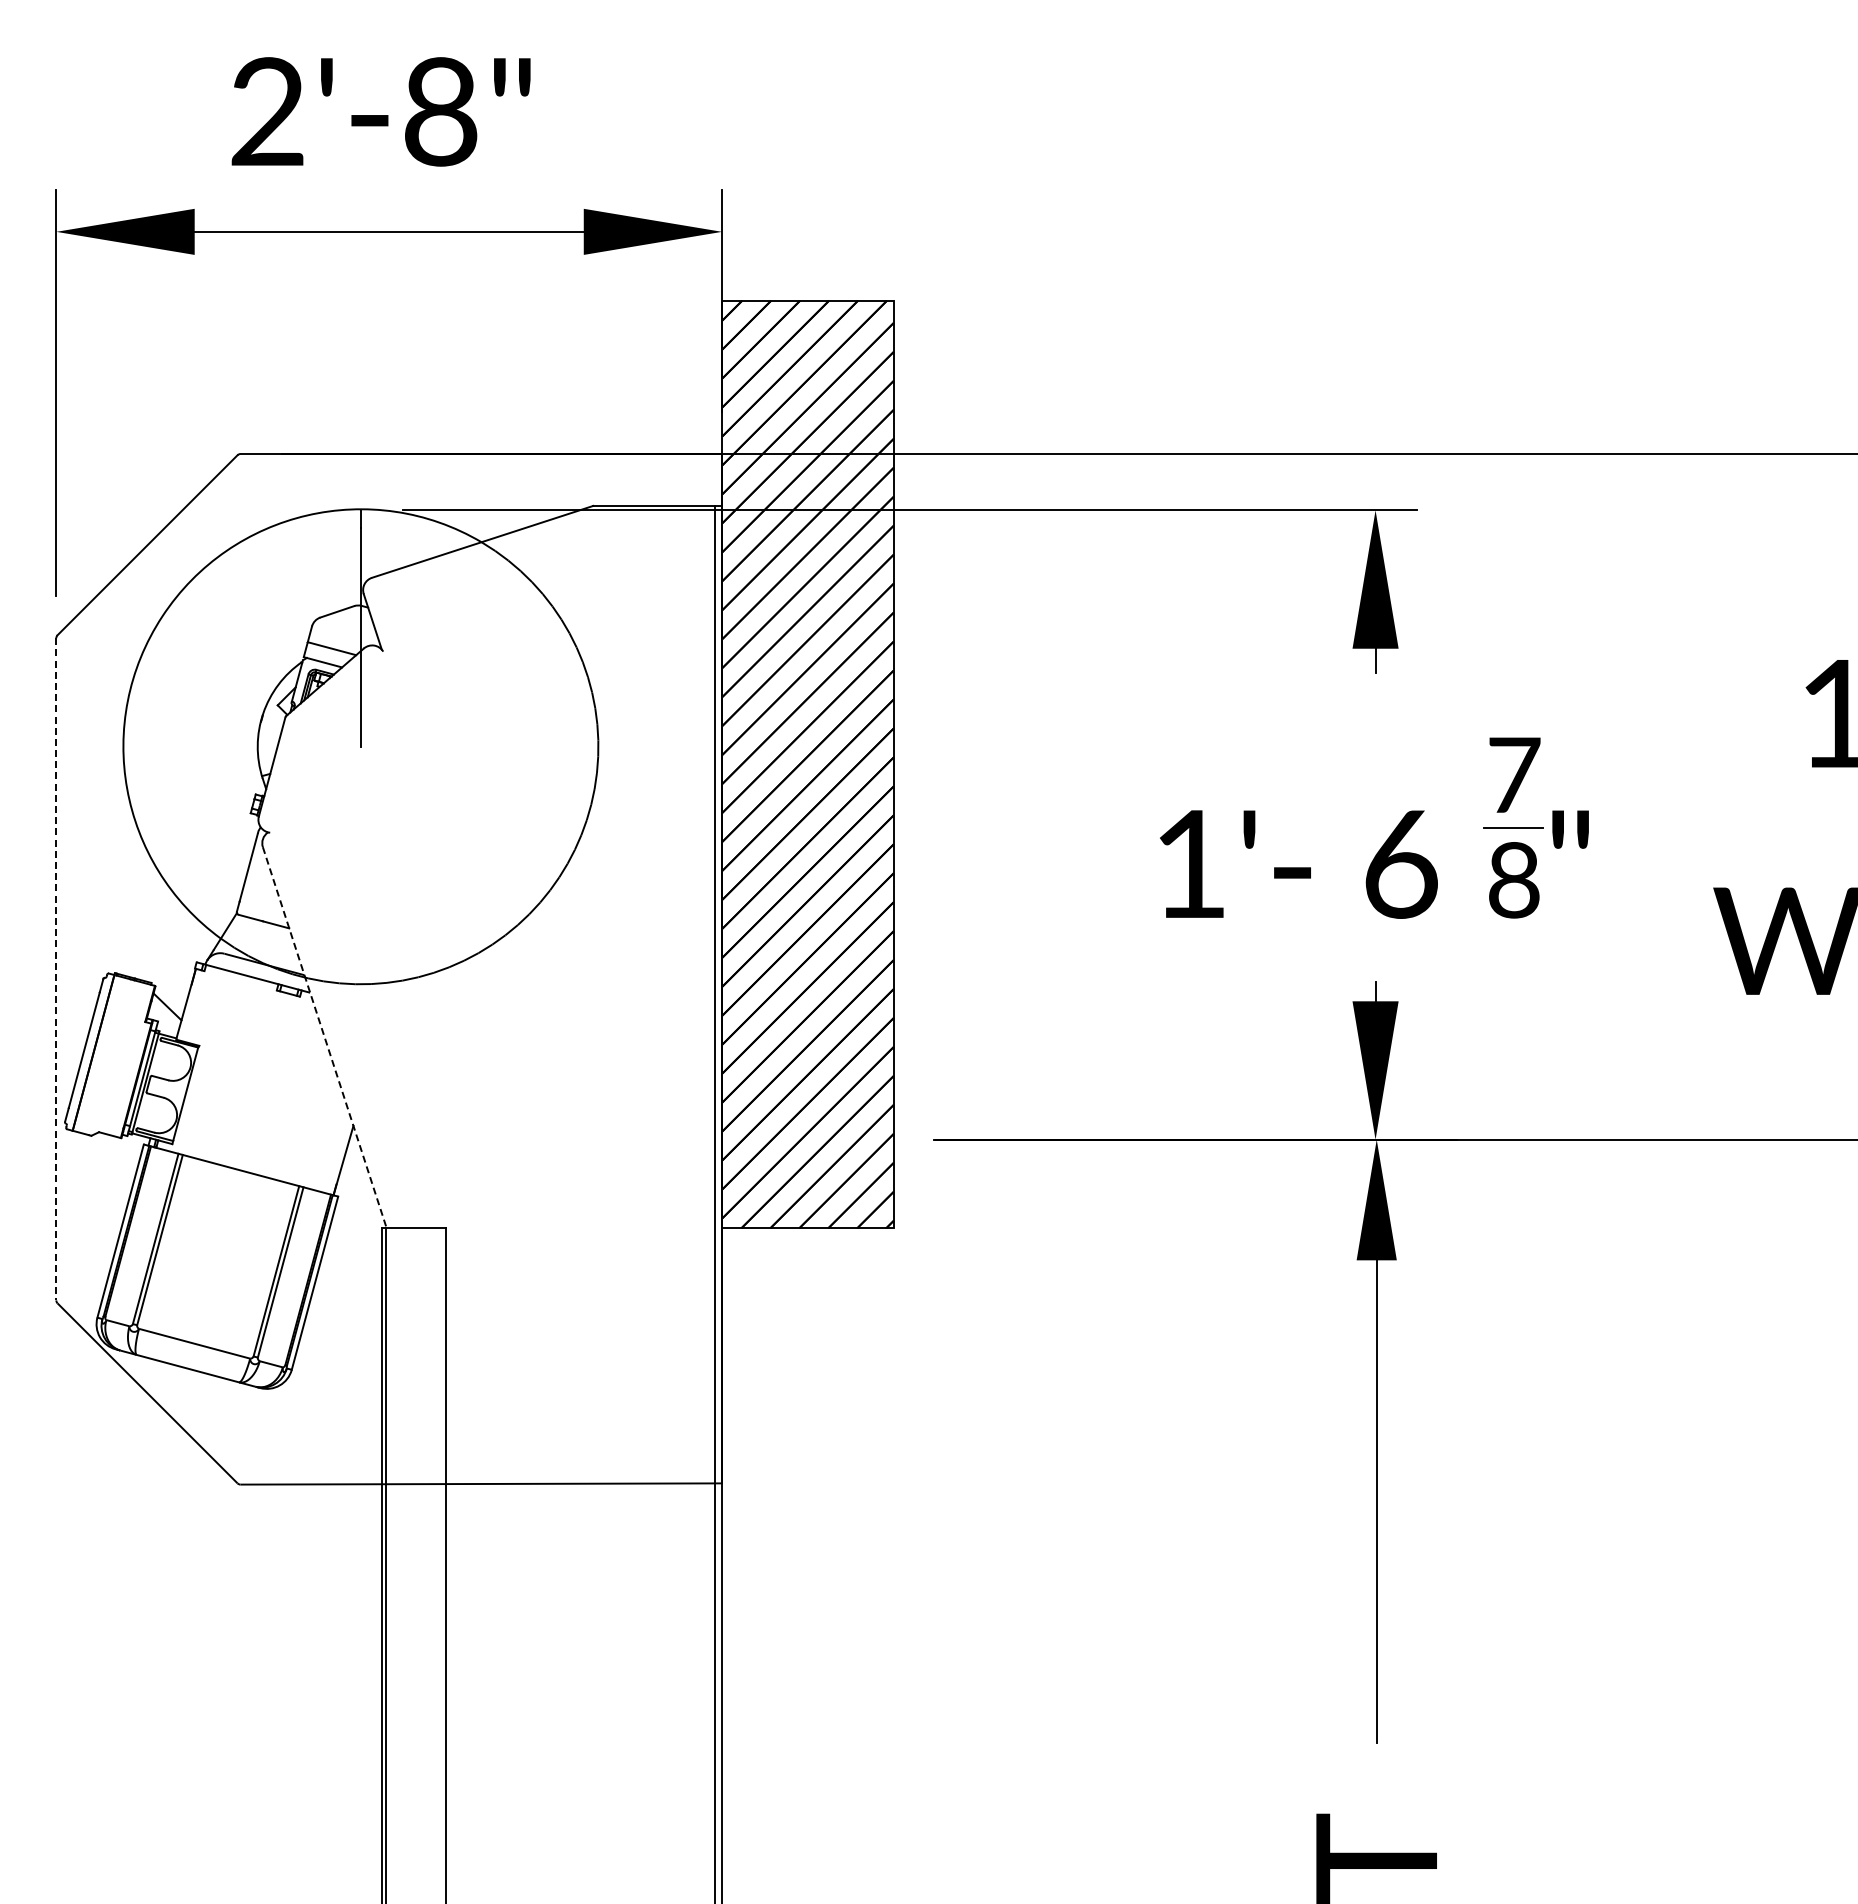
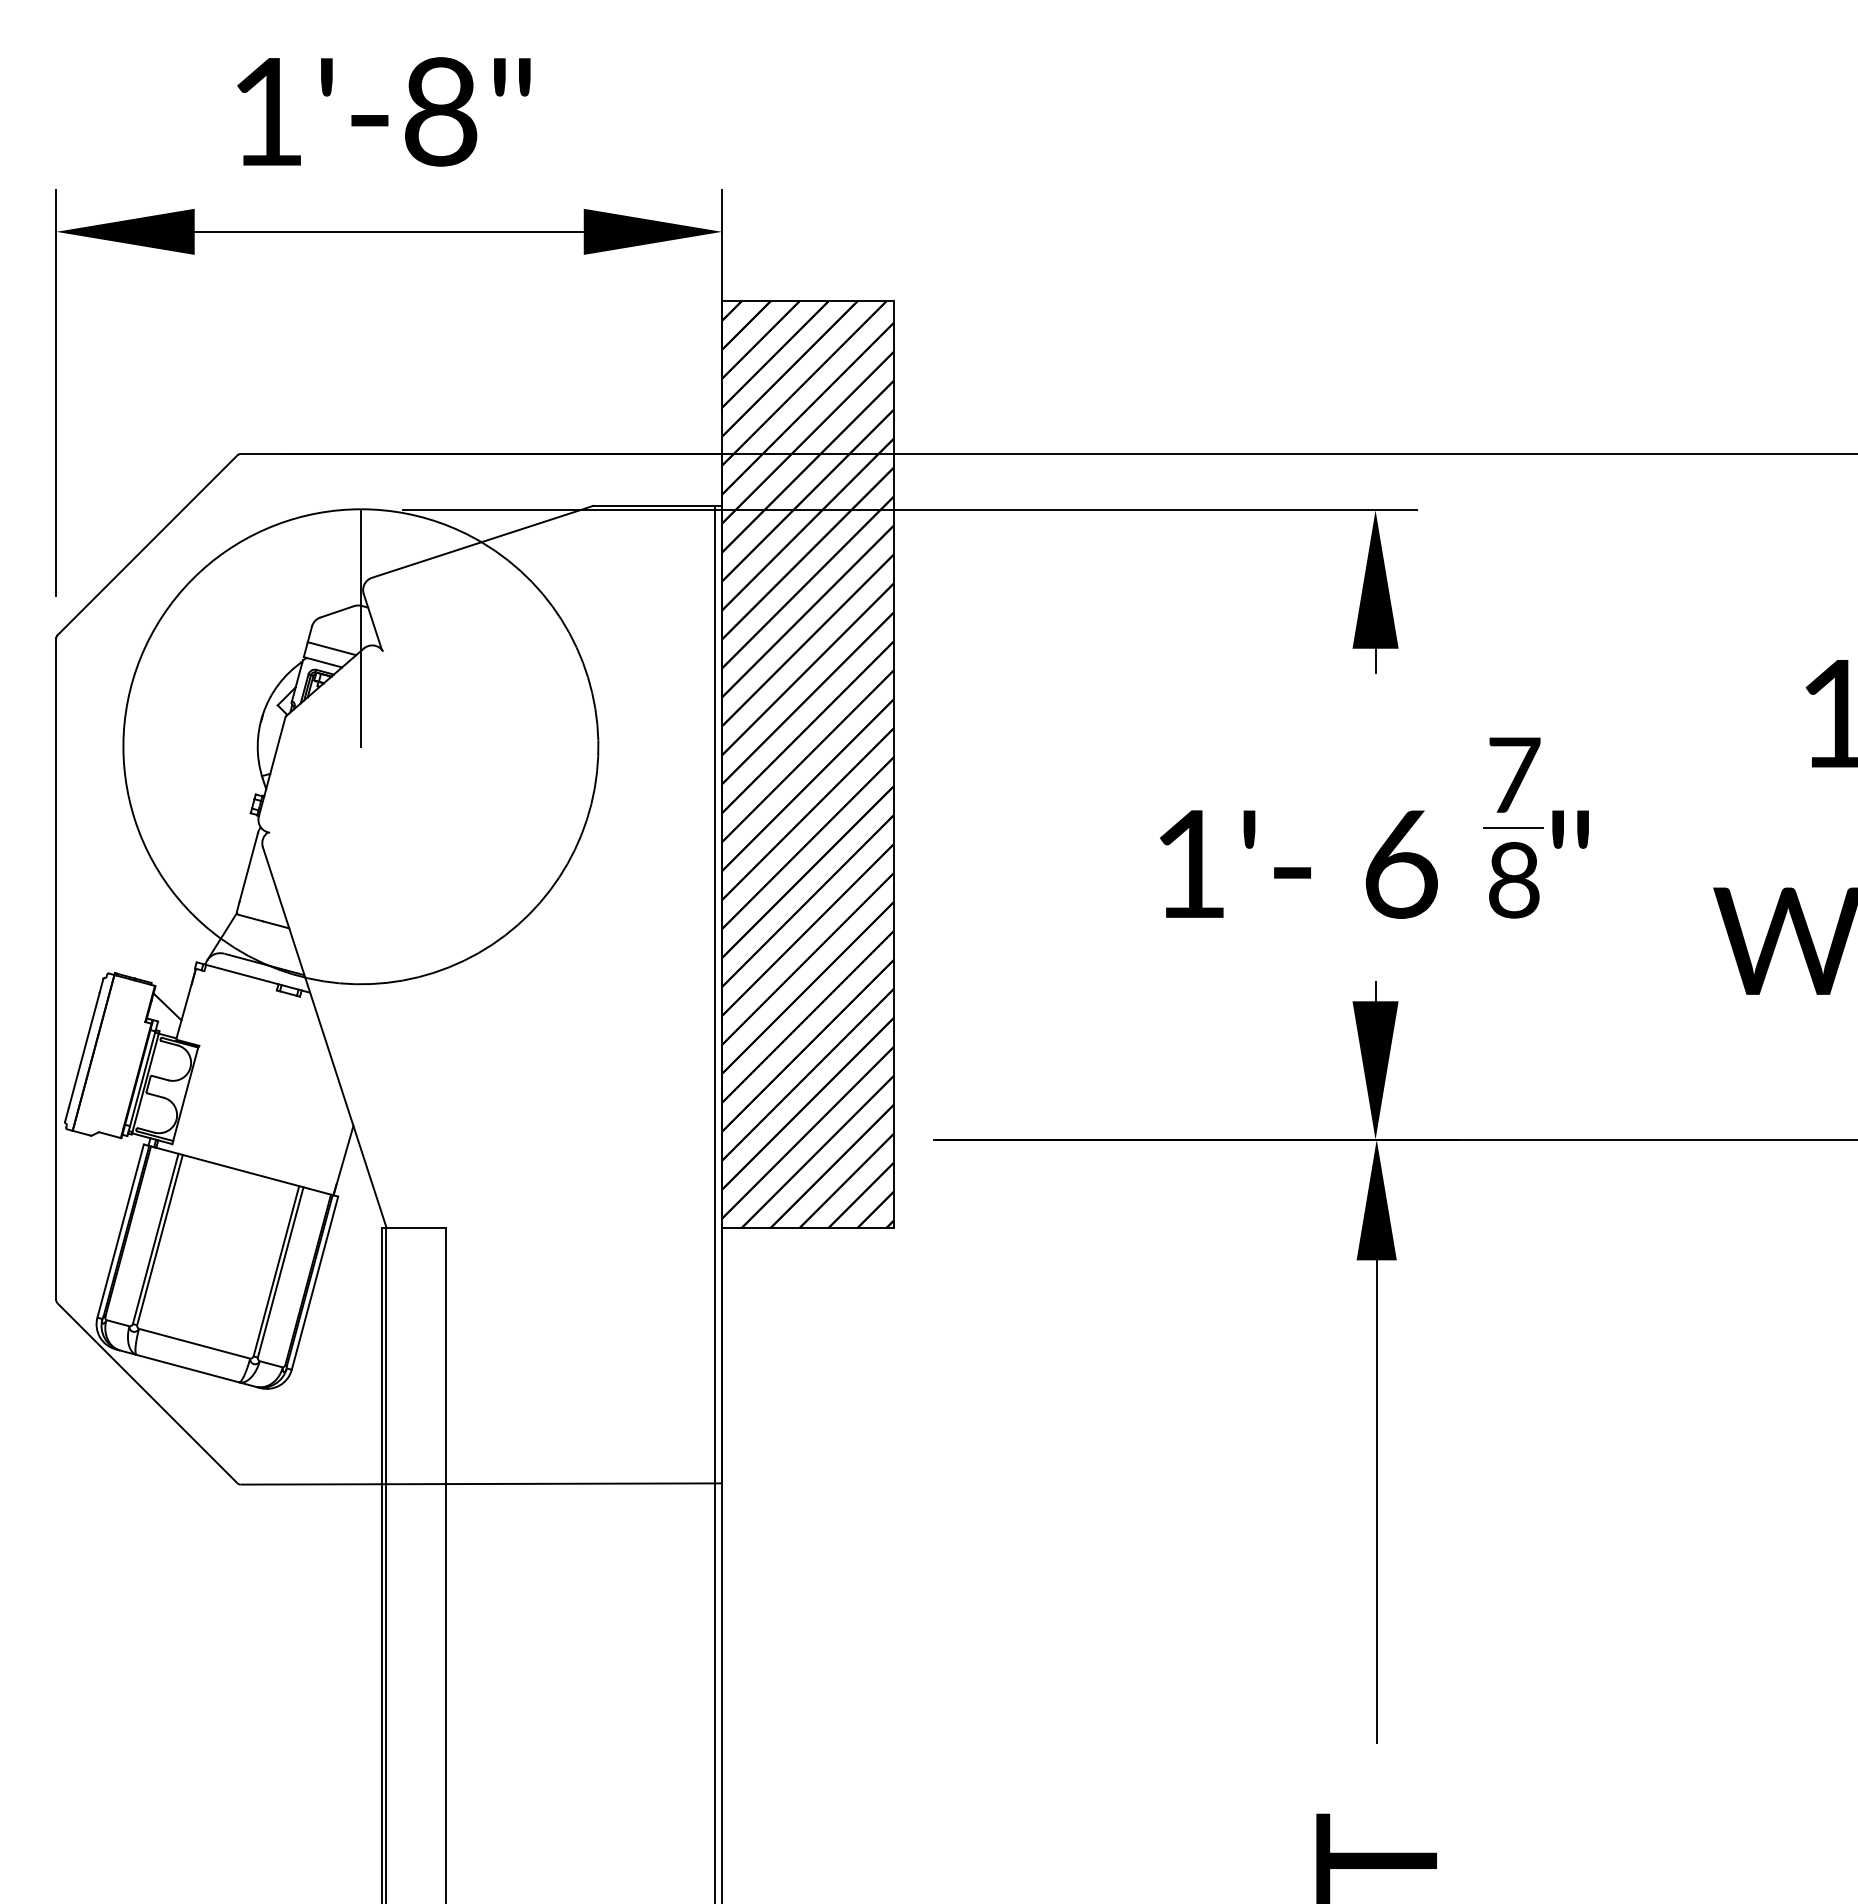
text at (267, 111): 2'-8" -> 1'-8"
line at (56, 969): dashed -> solid
line at (324, 1038): dashed -> solid
